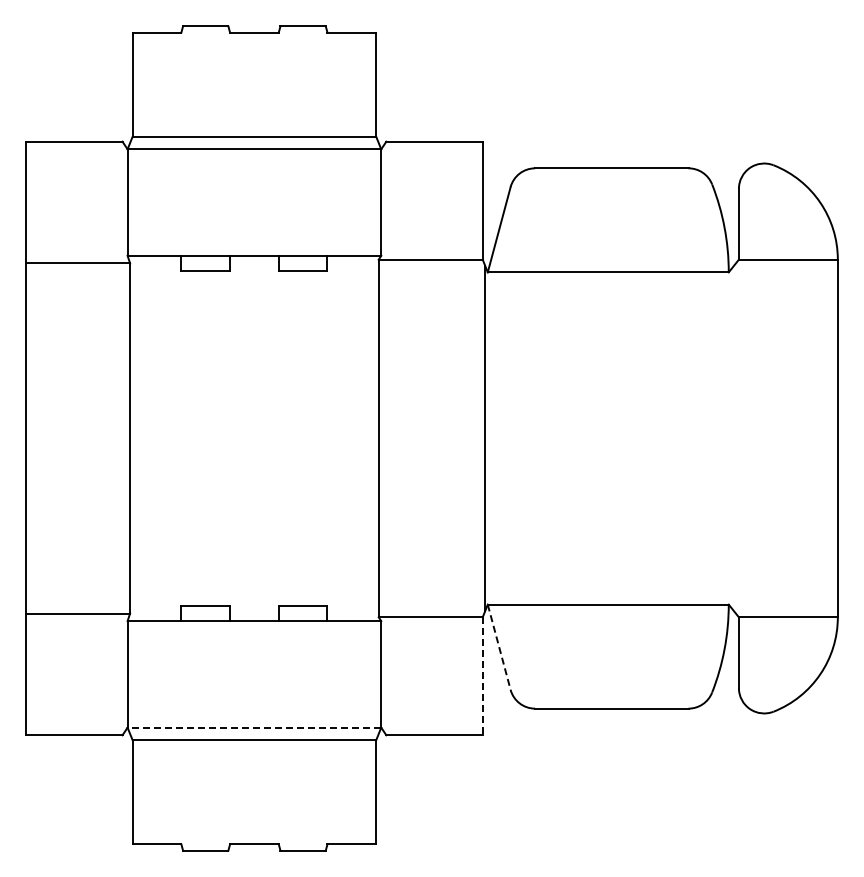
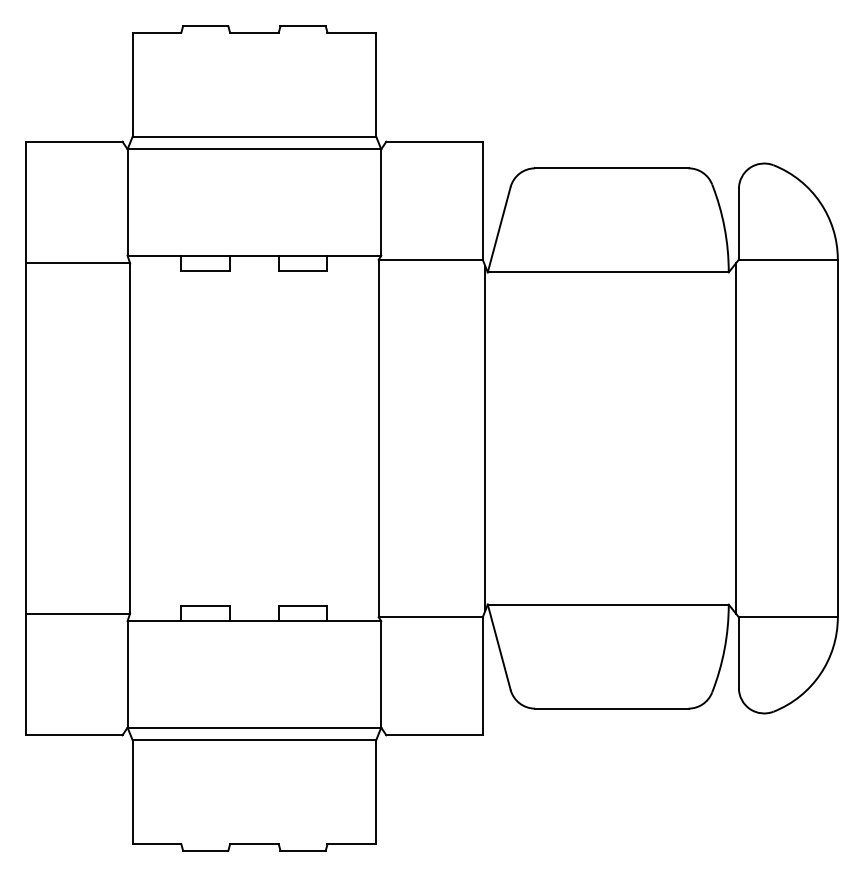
line at (736, 438): none -> present
line at (499, 647): dashed -> solid
line at (482, 676): dashed -> solid
line at (254, 727): dashed -> solid
